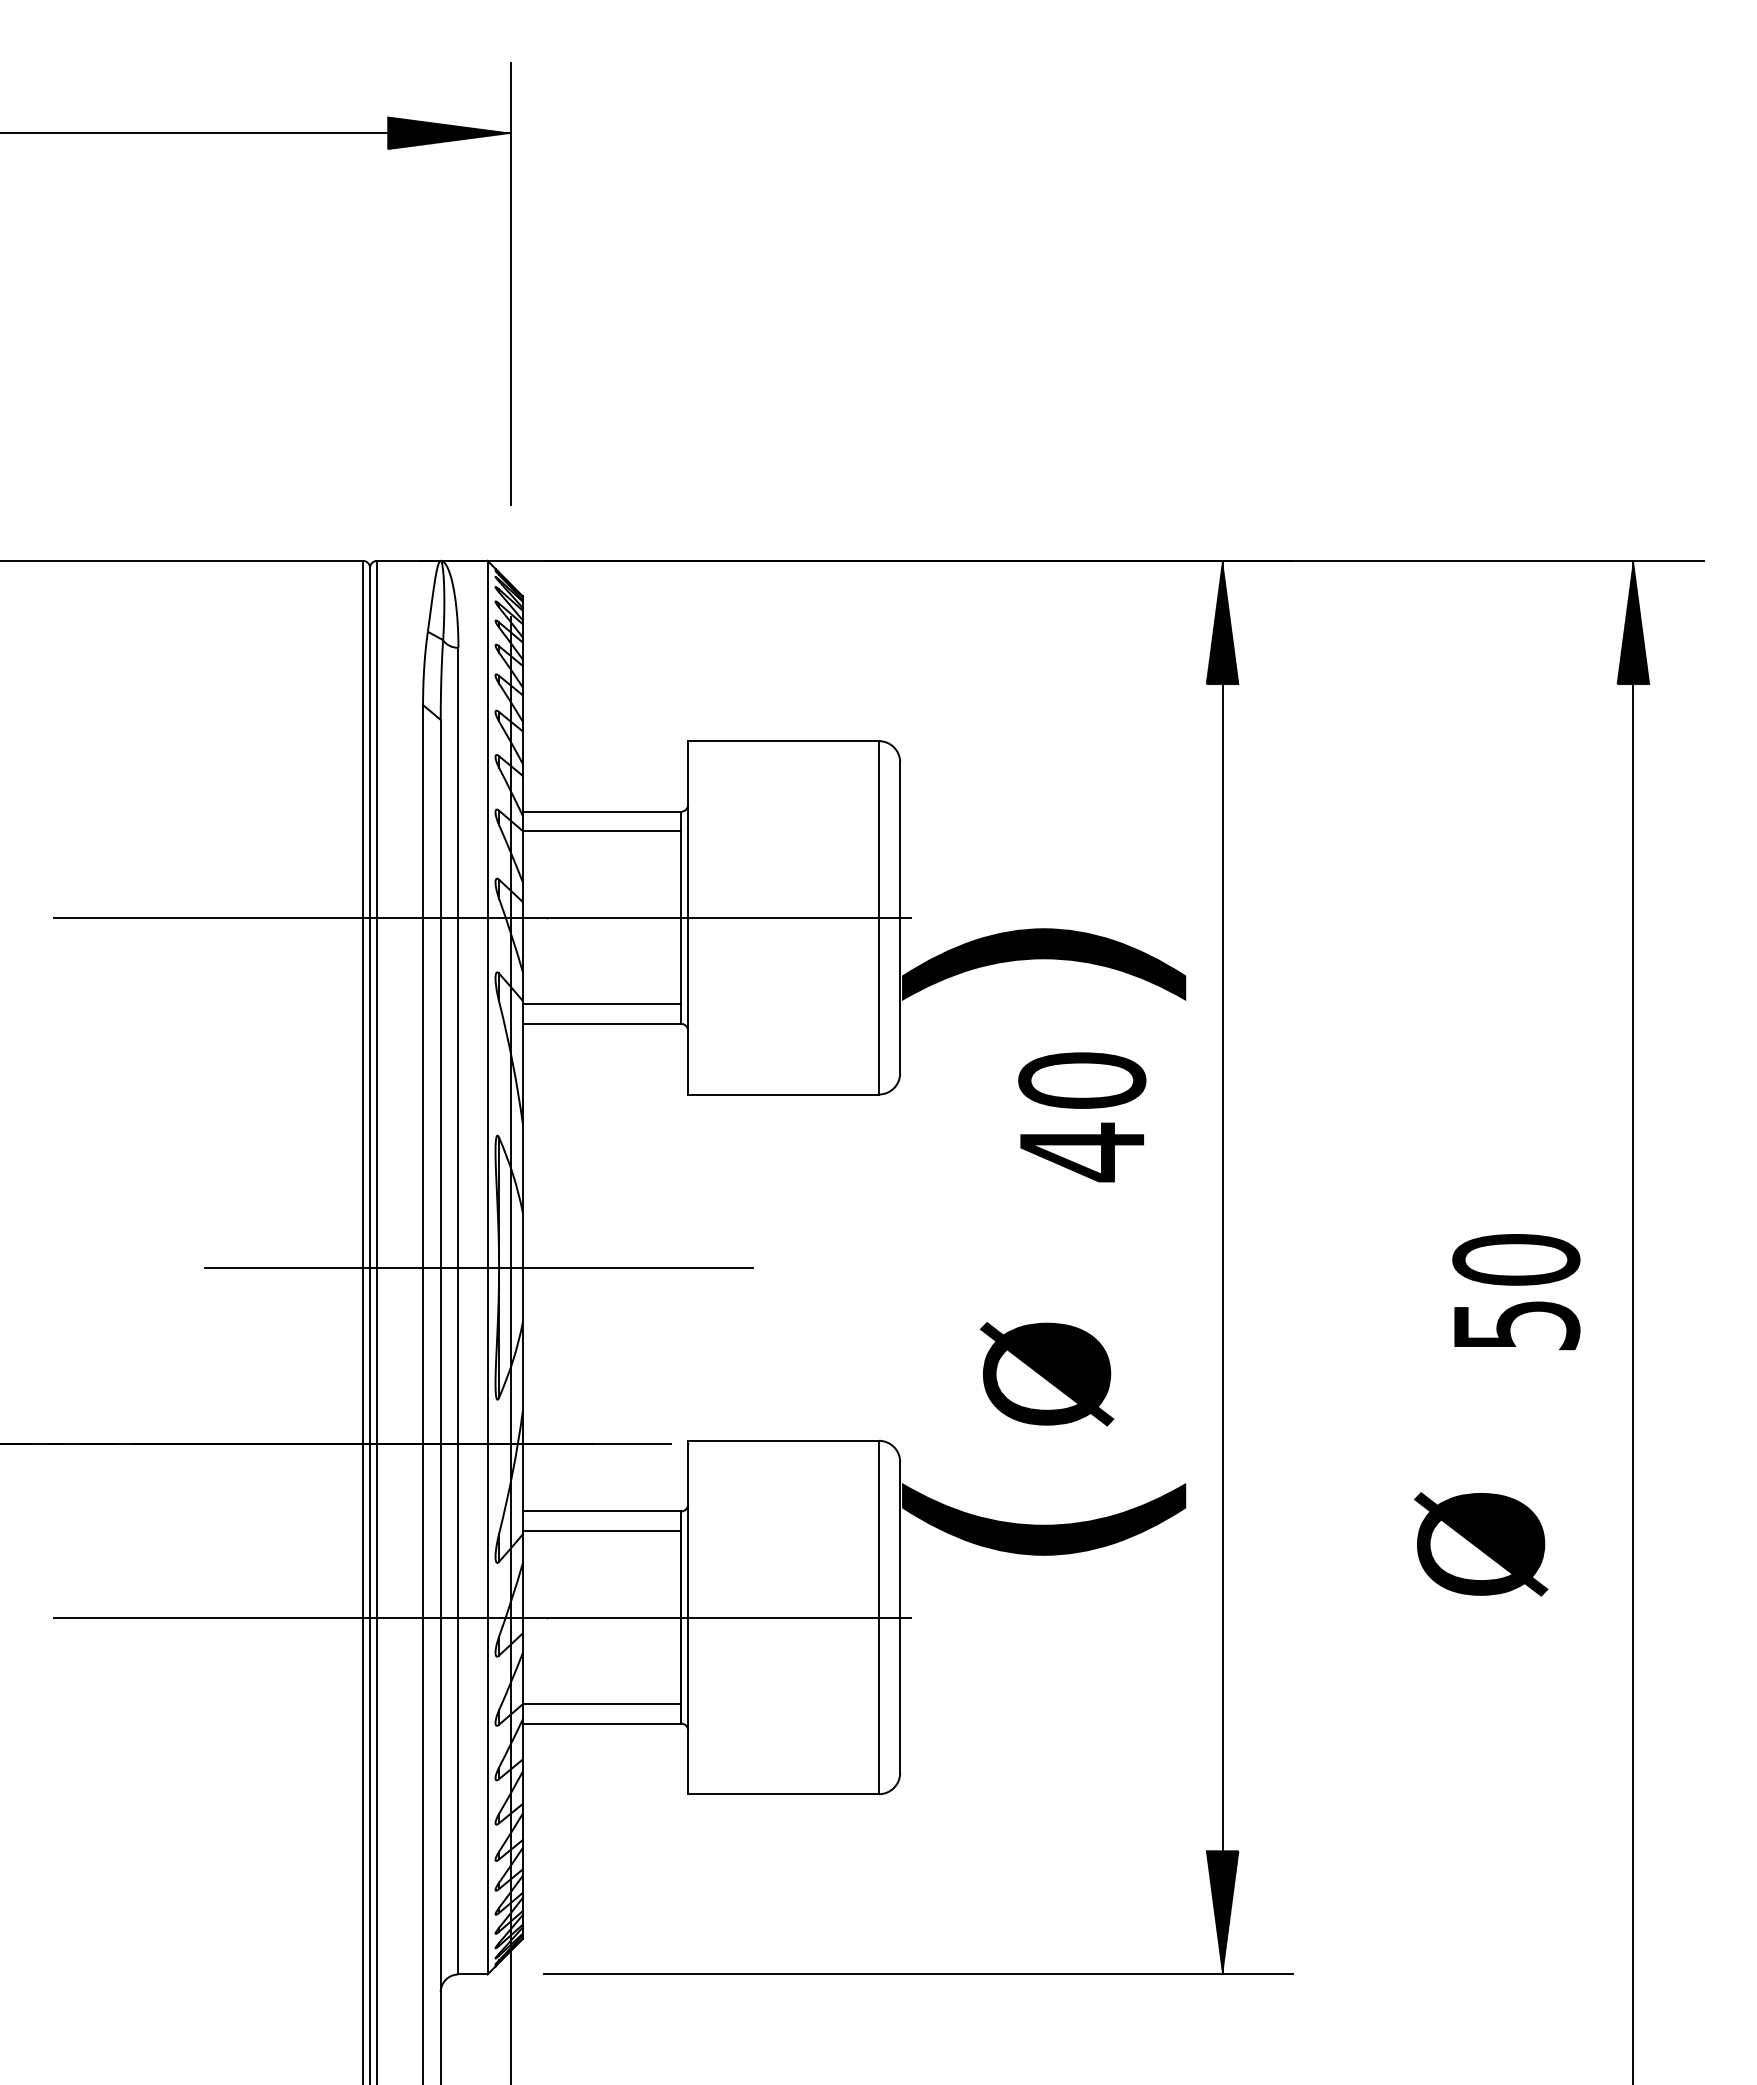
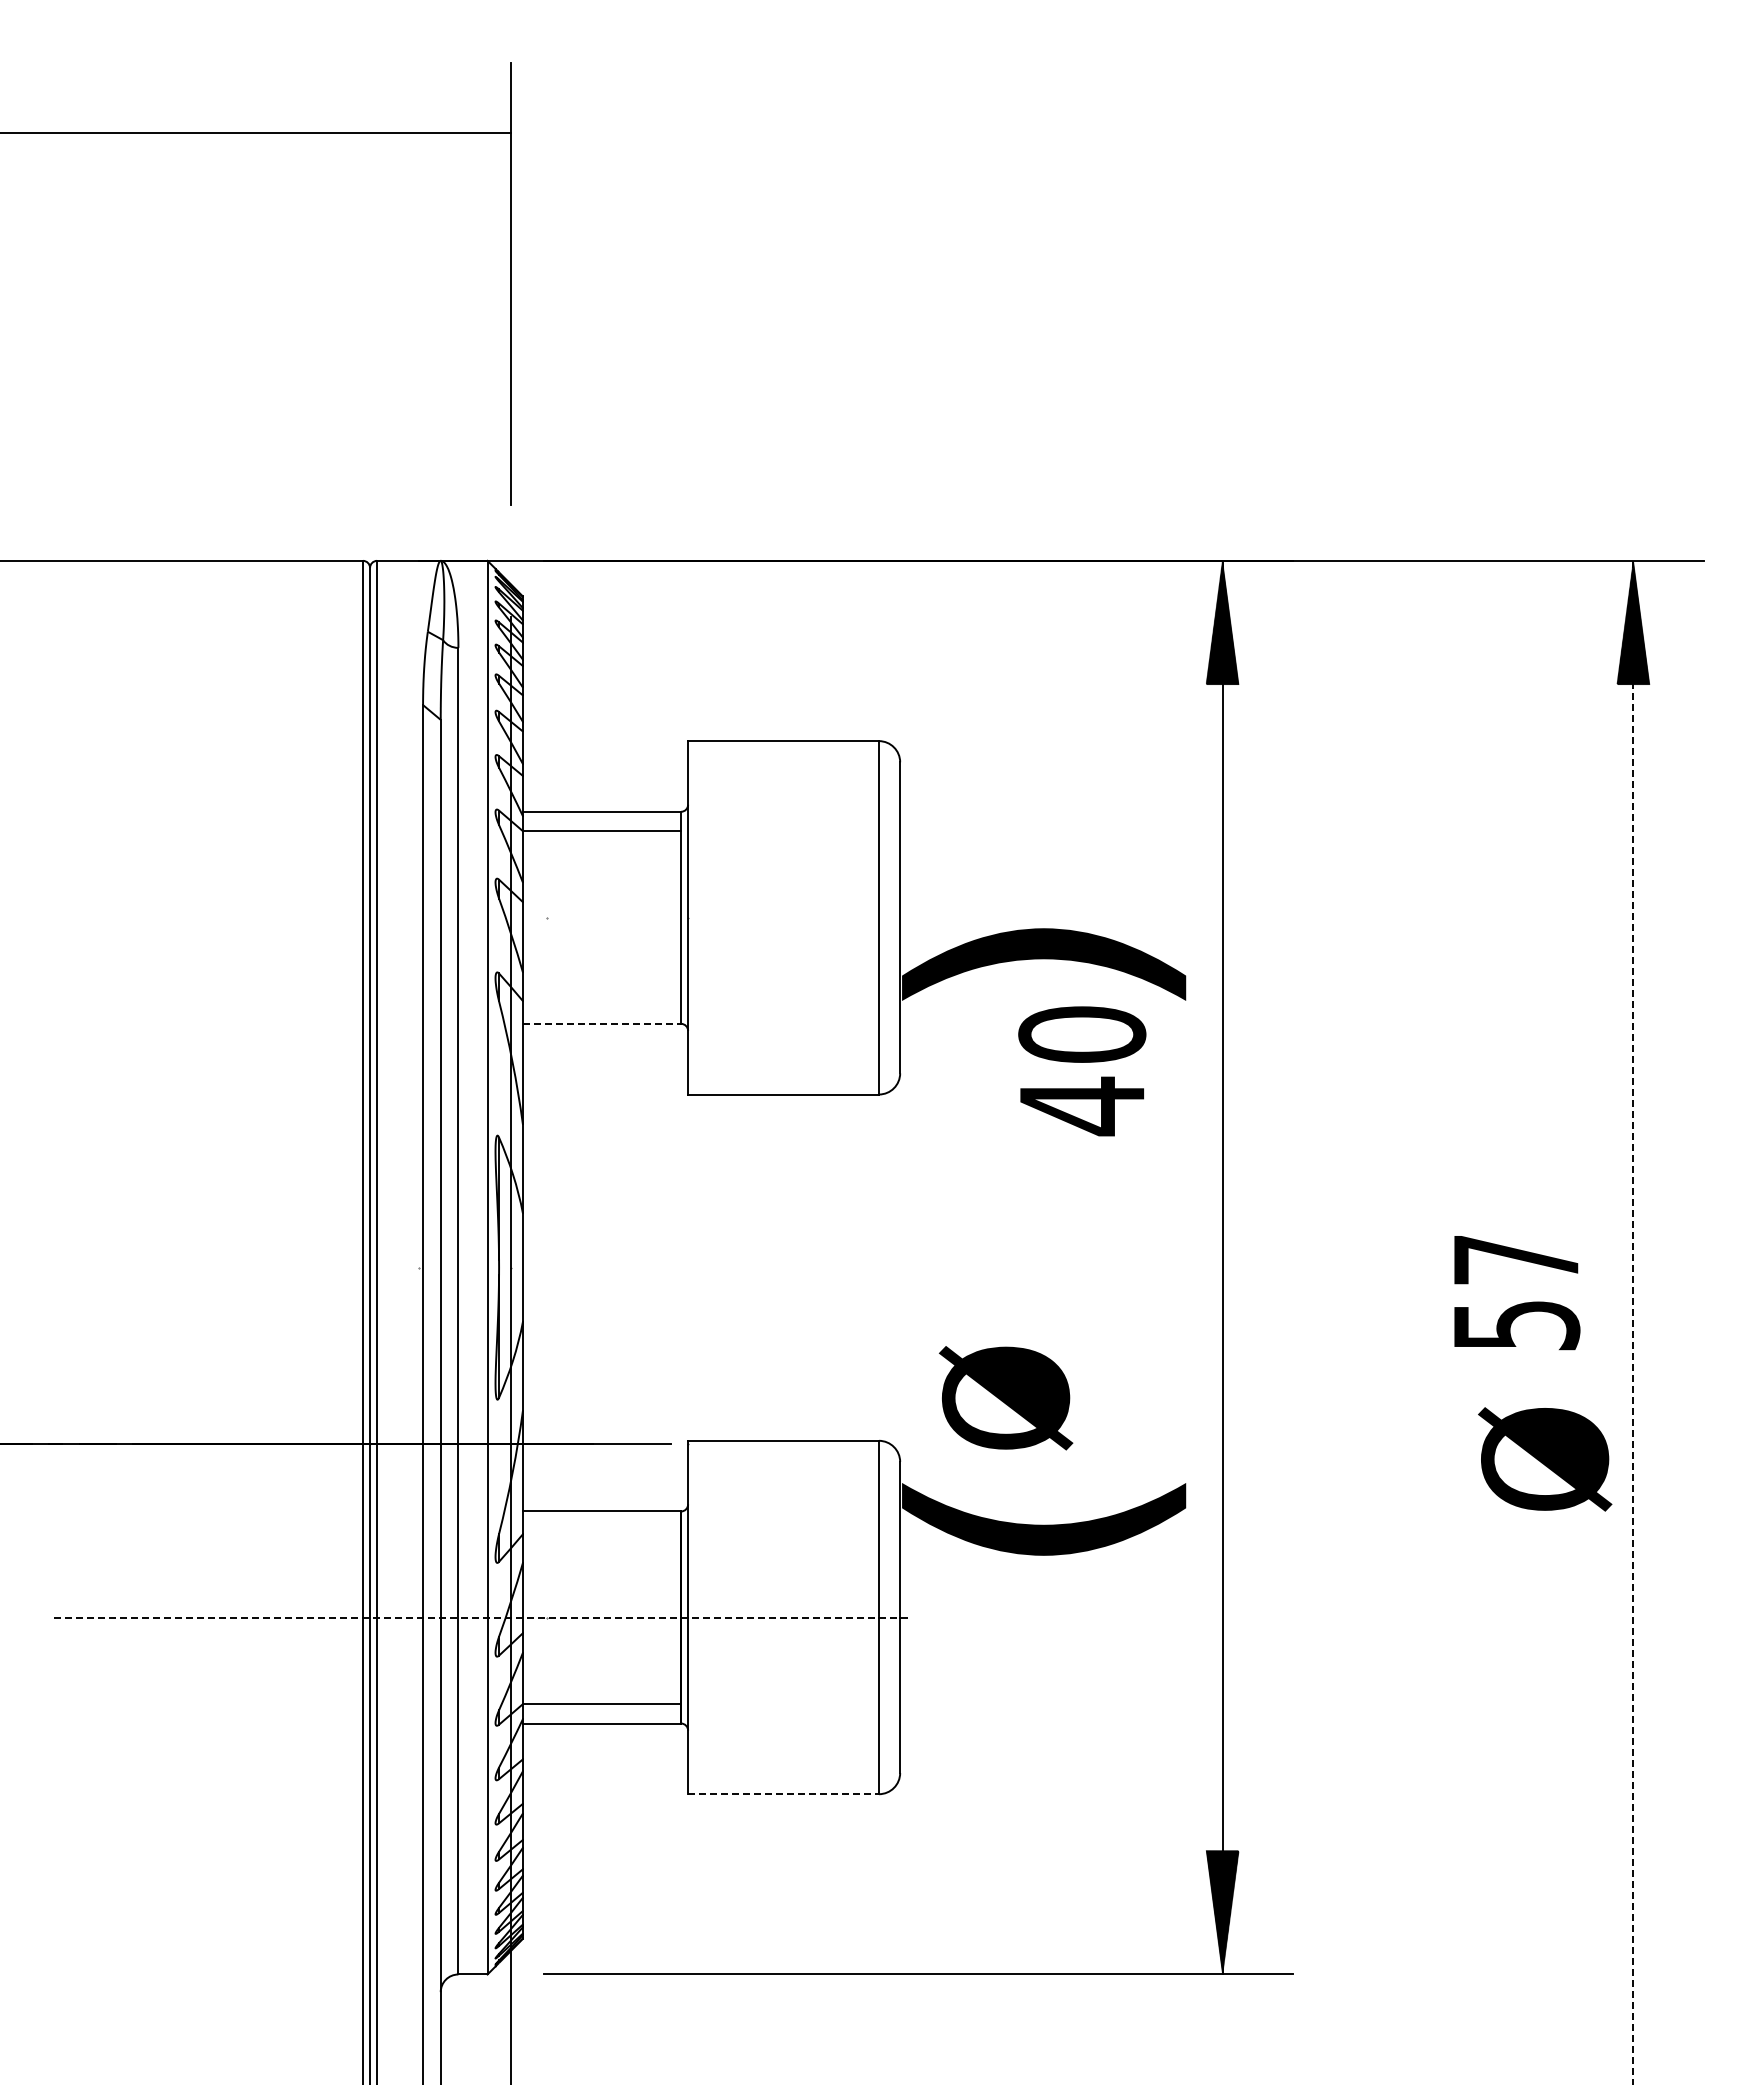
hatch at (449, 132): present -> none
line at (481, 917): present -> none
line at (601, 1004): present -> none
line at (602, 1023): solid -> dashed
text at (1082, 1117) position: (1082, 1117) -> (1082, 1071)
text at (1516, 1259): 50 -> 57
line at (478, 1267): present -> none
line at (1633, 1322): solid -> dashed
text at (1047, 1374) position: (1047, 1374) -> (1006, 1398)
line at (601, 1531): present -> none
text at (1481, 1544) position: (1481, 1544) -> (1545, 1459)
line at (482, 1617): solid -> dashed
line at (784, 1794): solid -> dashed
